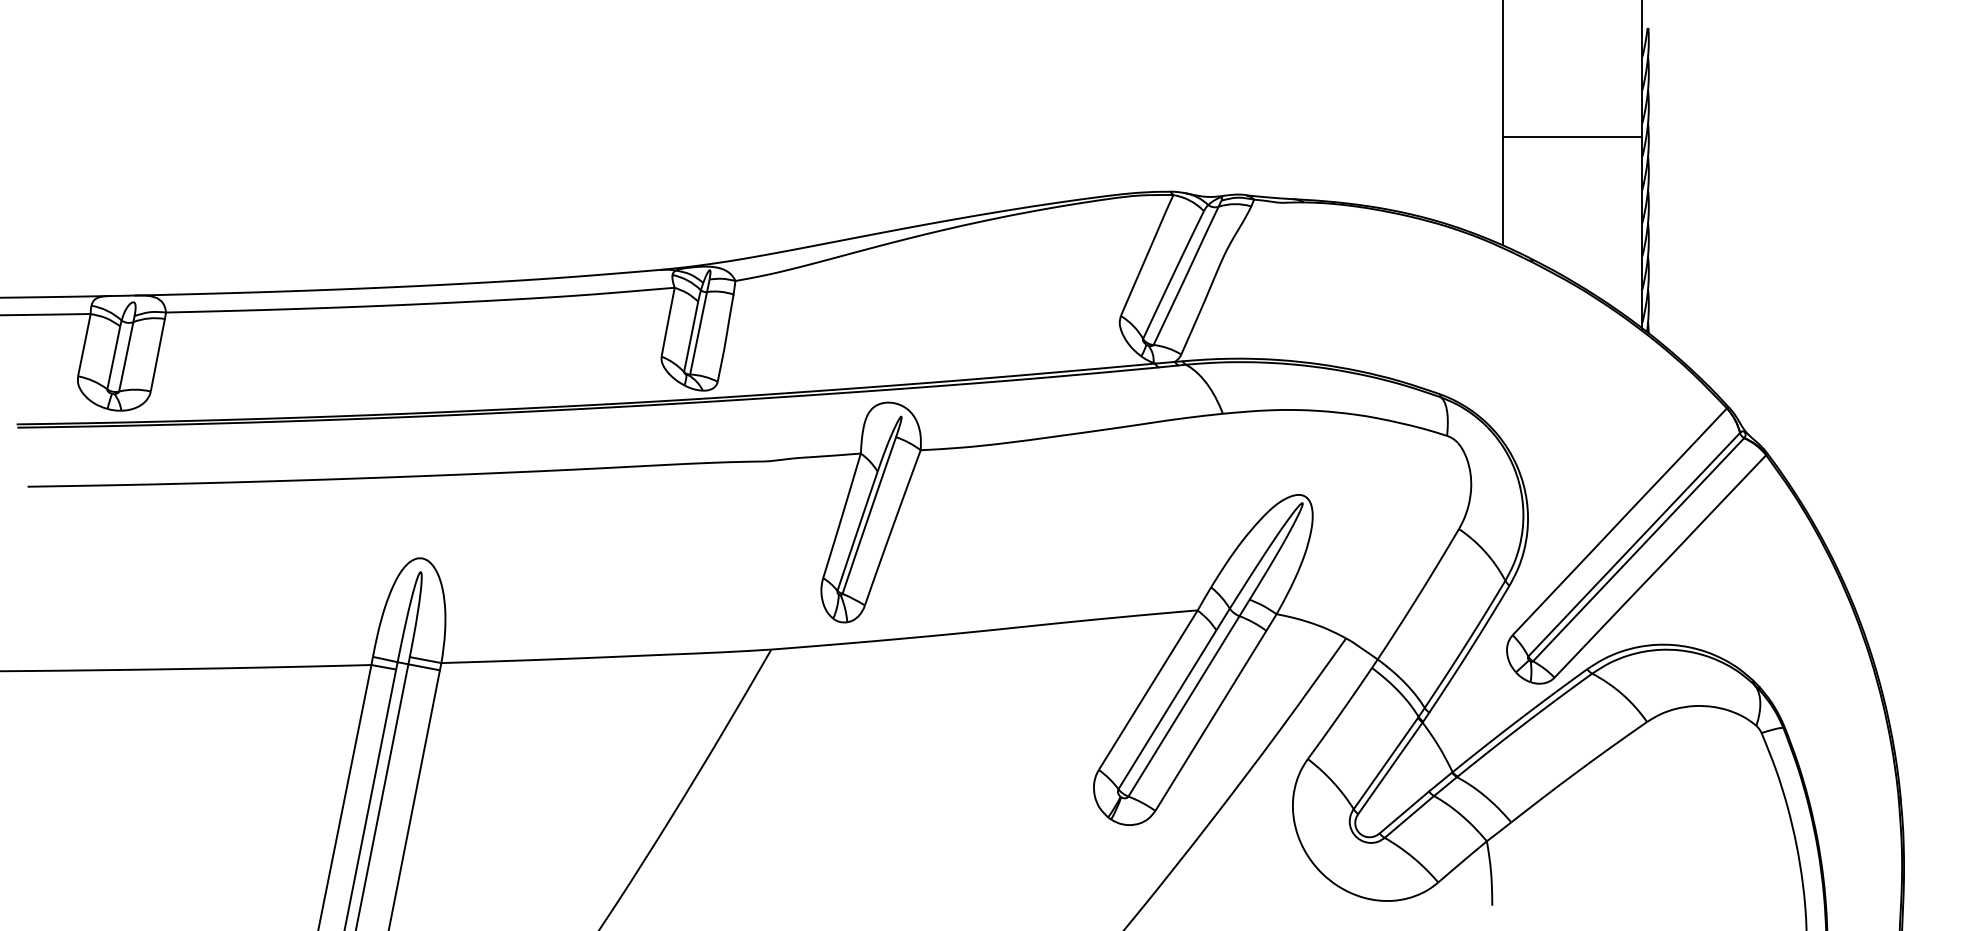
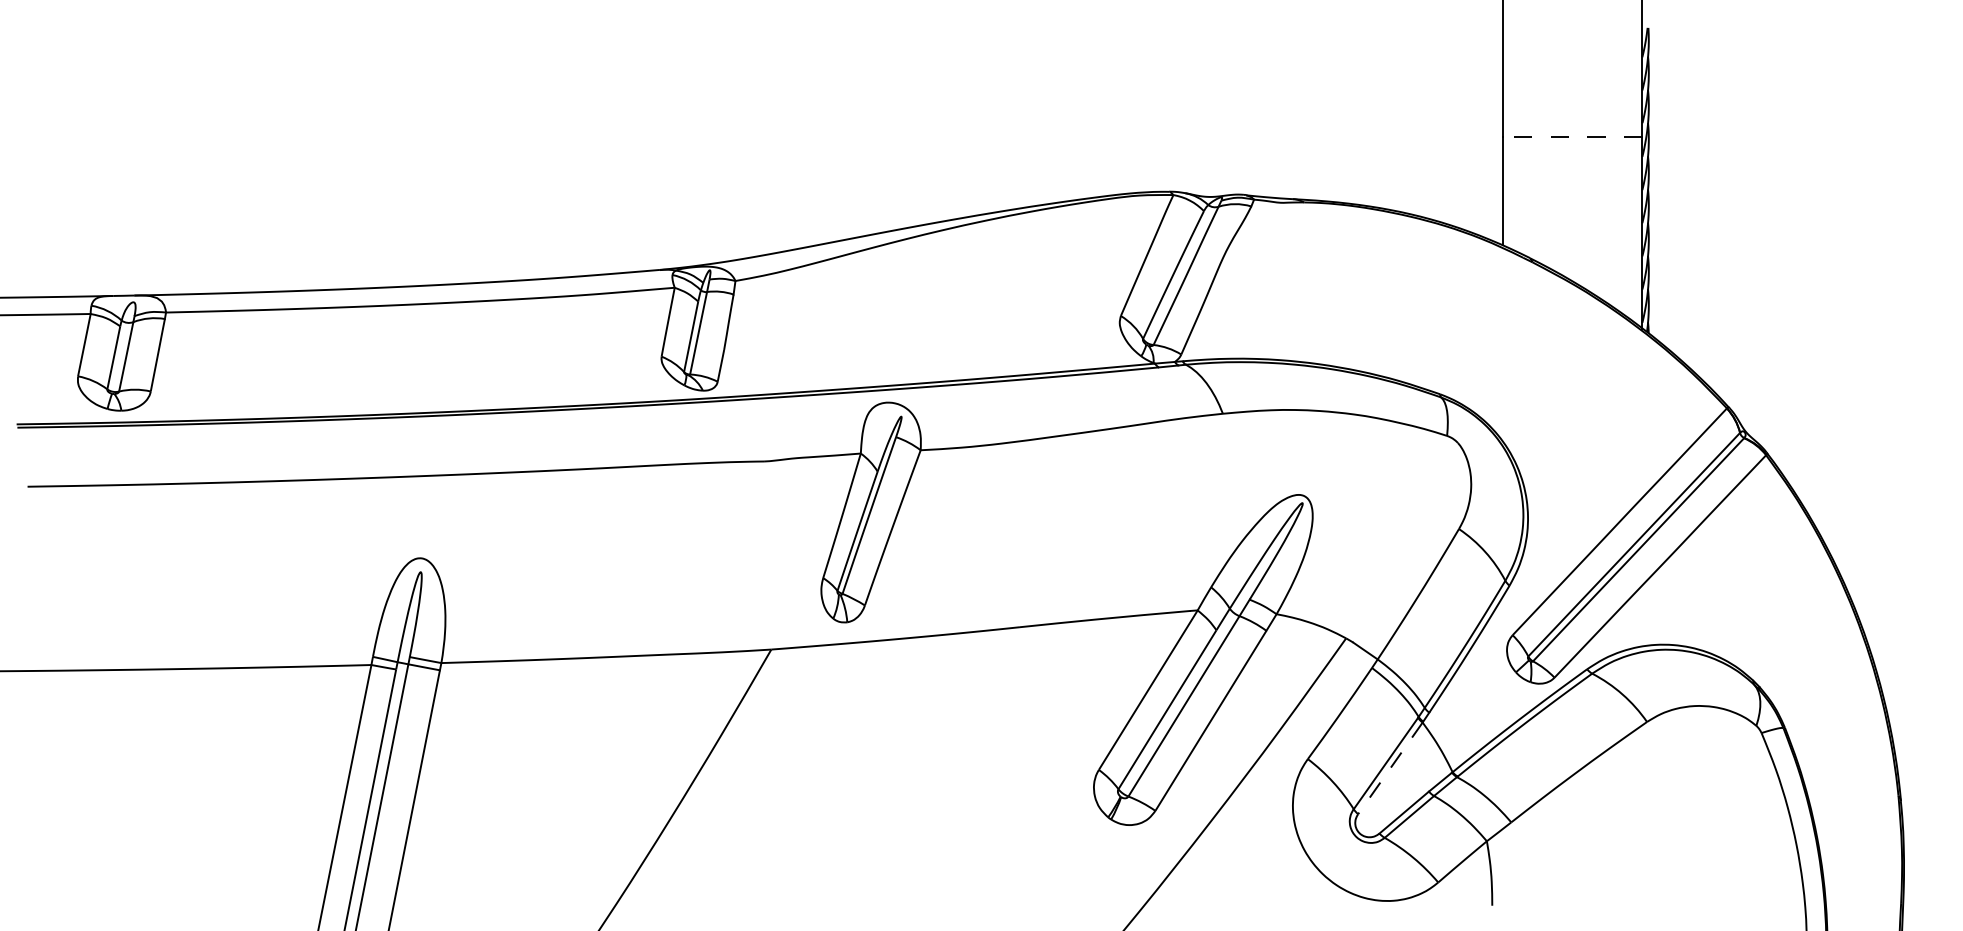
line at (1572, 137): solid -> dashed
line at (1390, 768): solid -> dashed
